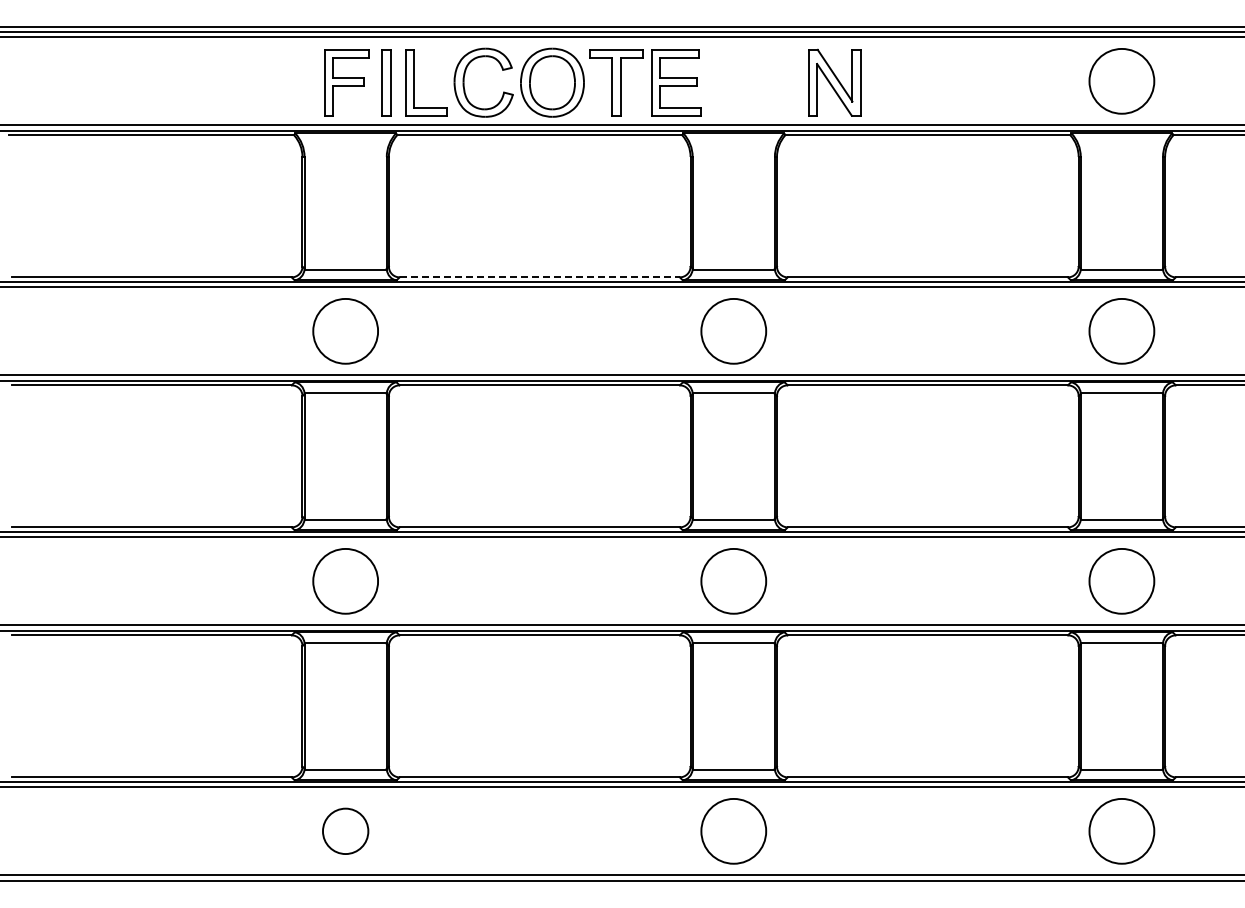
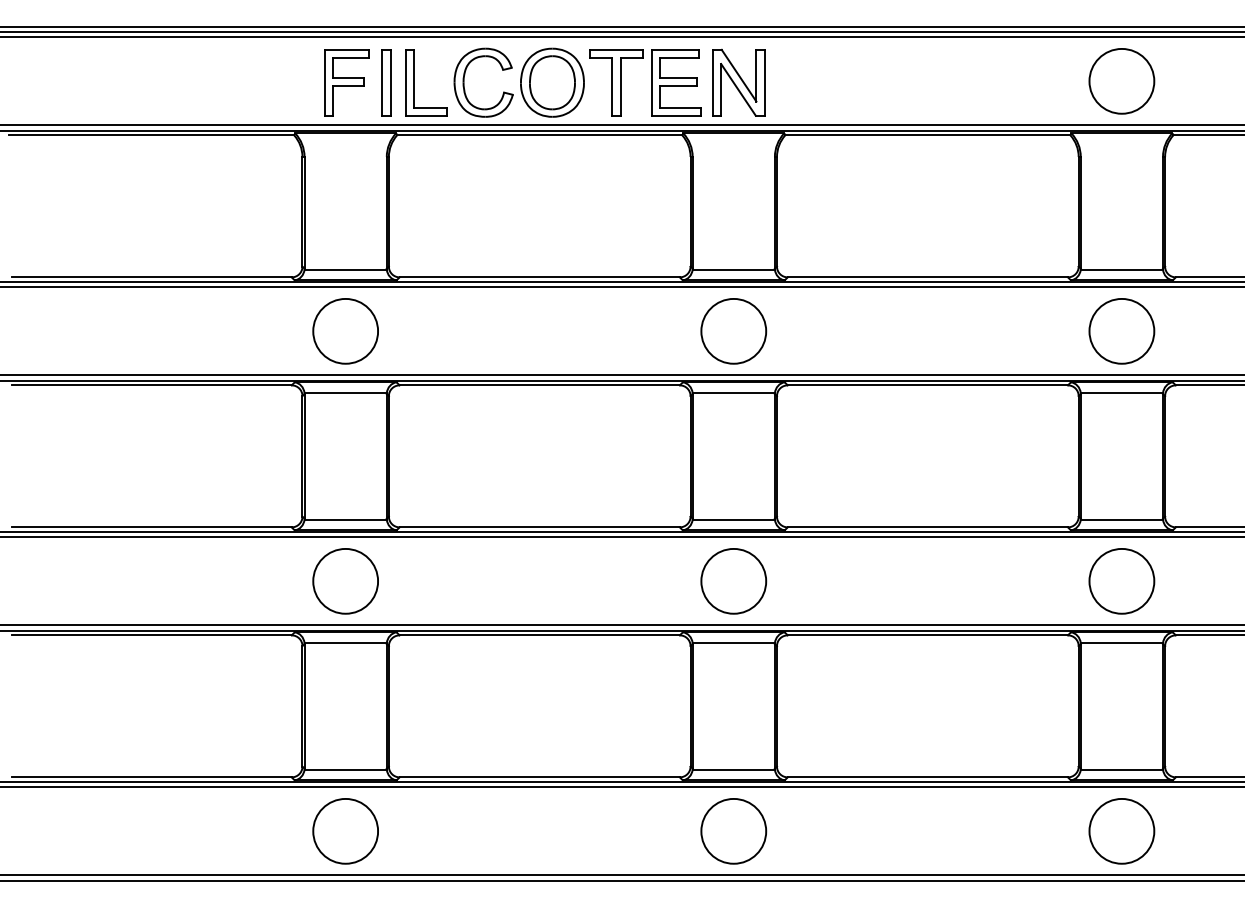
part at (834, 82) position: (834, 82) -> (738, 82)
line at (540, 277): dashed -> solid
circle at (345, 831) diameter: 45 px -> 65 px
